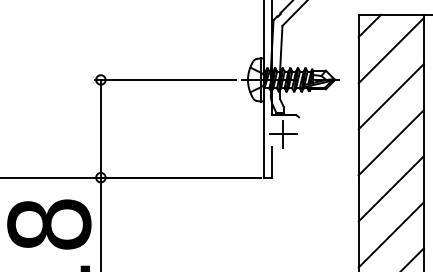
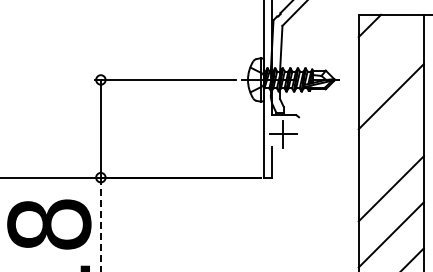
line at (390, 50): present -> none
line at (390, 142): present -> none
line at (100, 224): solid -> dashed
